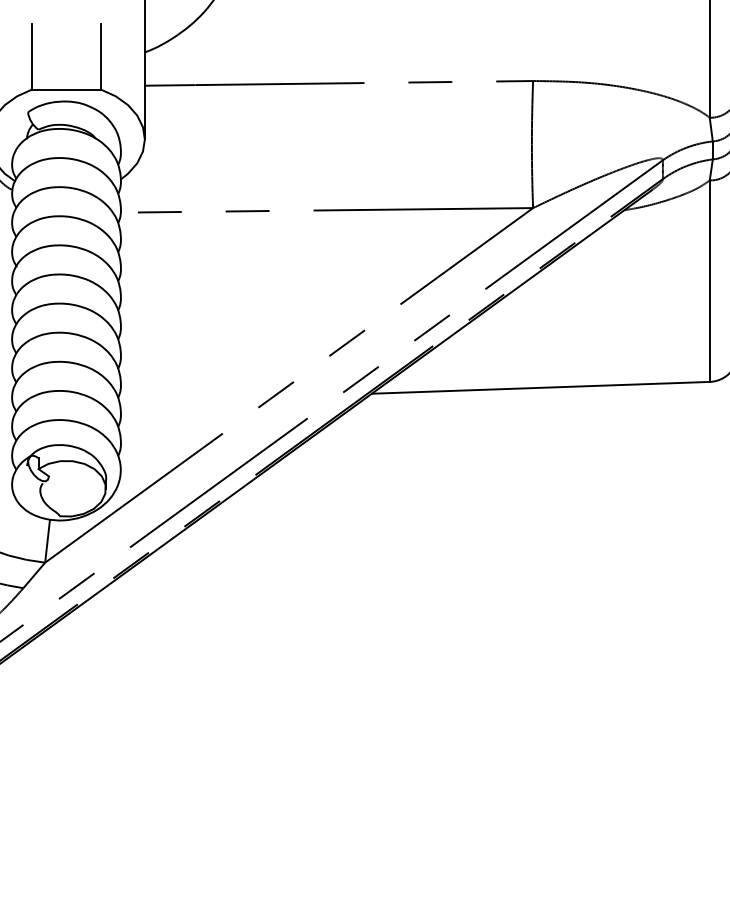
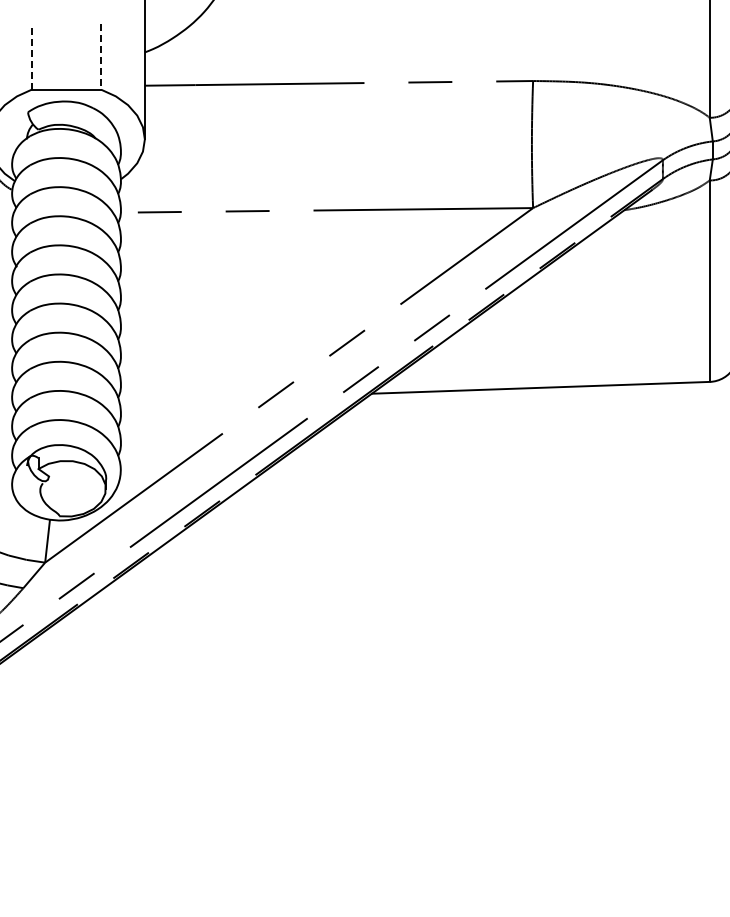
line at (31, 56): solid -> dashed
line at (101, 56): solid -> dashed
